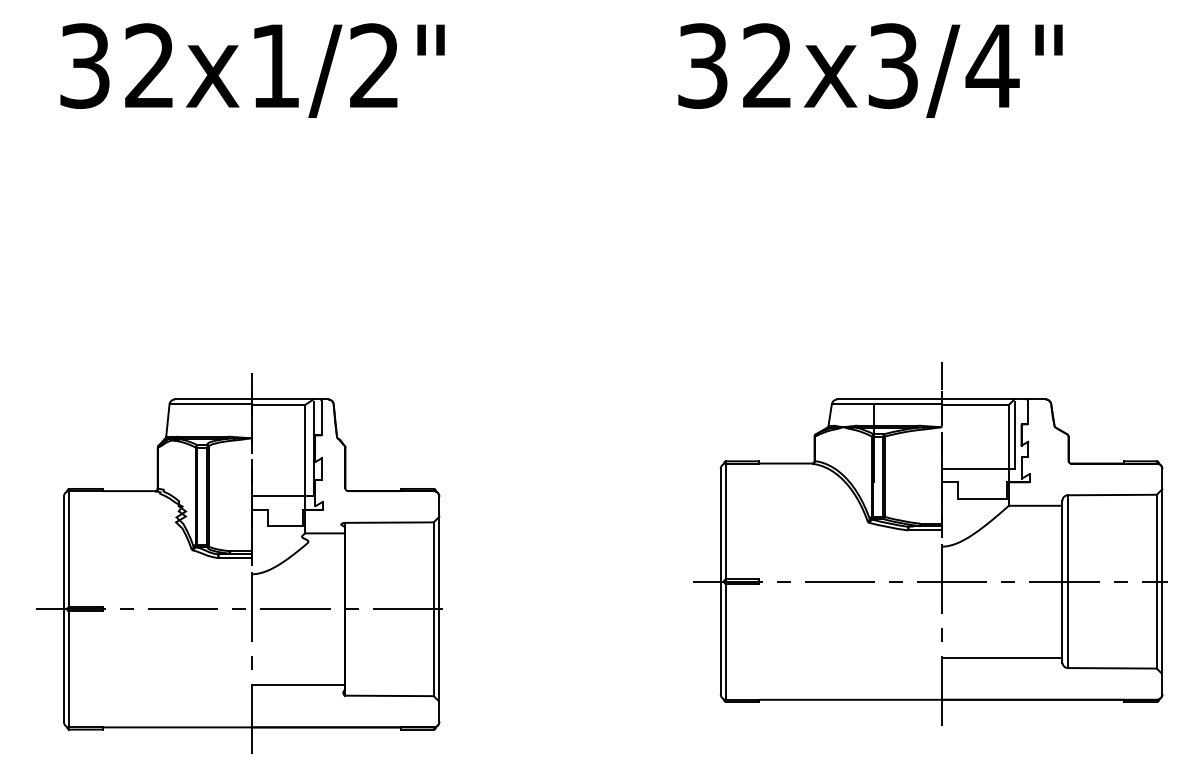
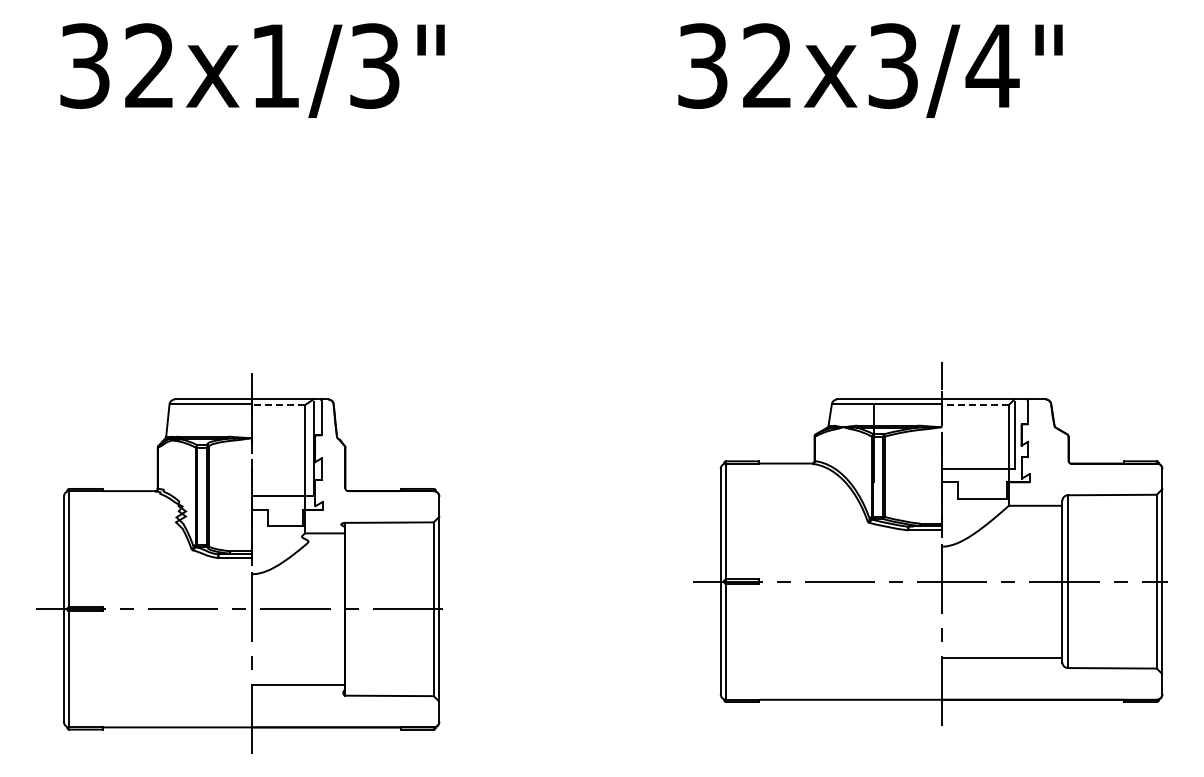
text at (374, 66): 32x1/2" -> 32x1/3"
line at (278, 405): solid -> dashed
line at (975, 405): solid -> dashed
